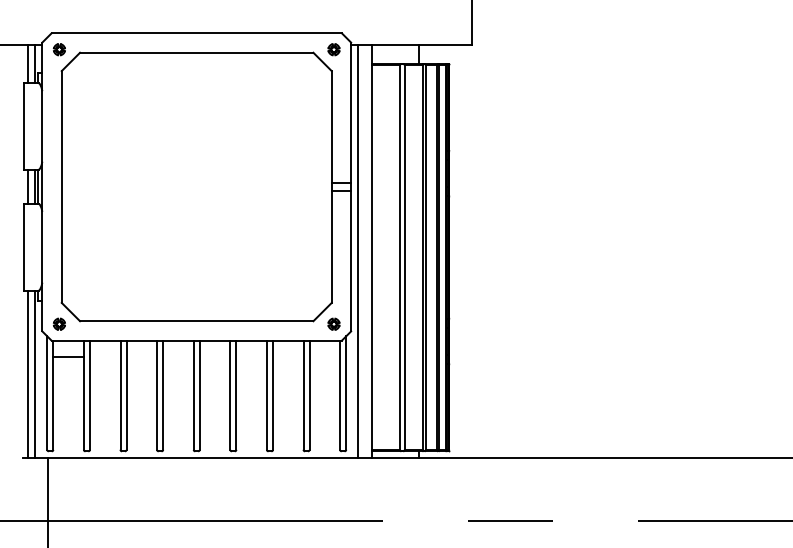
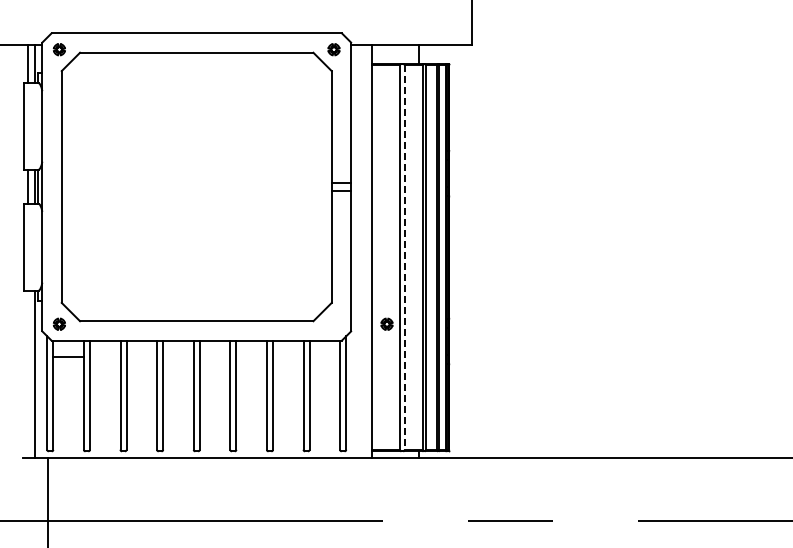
line at (358, 250): present -> none
line at (404, 258): solid -> dashed
part at (333, 323) position: (333, 323) -> (386, 323)
line at (28, 373): present -> none
